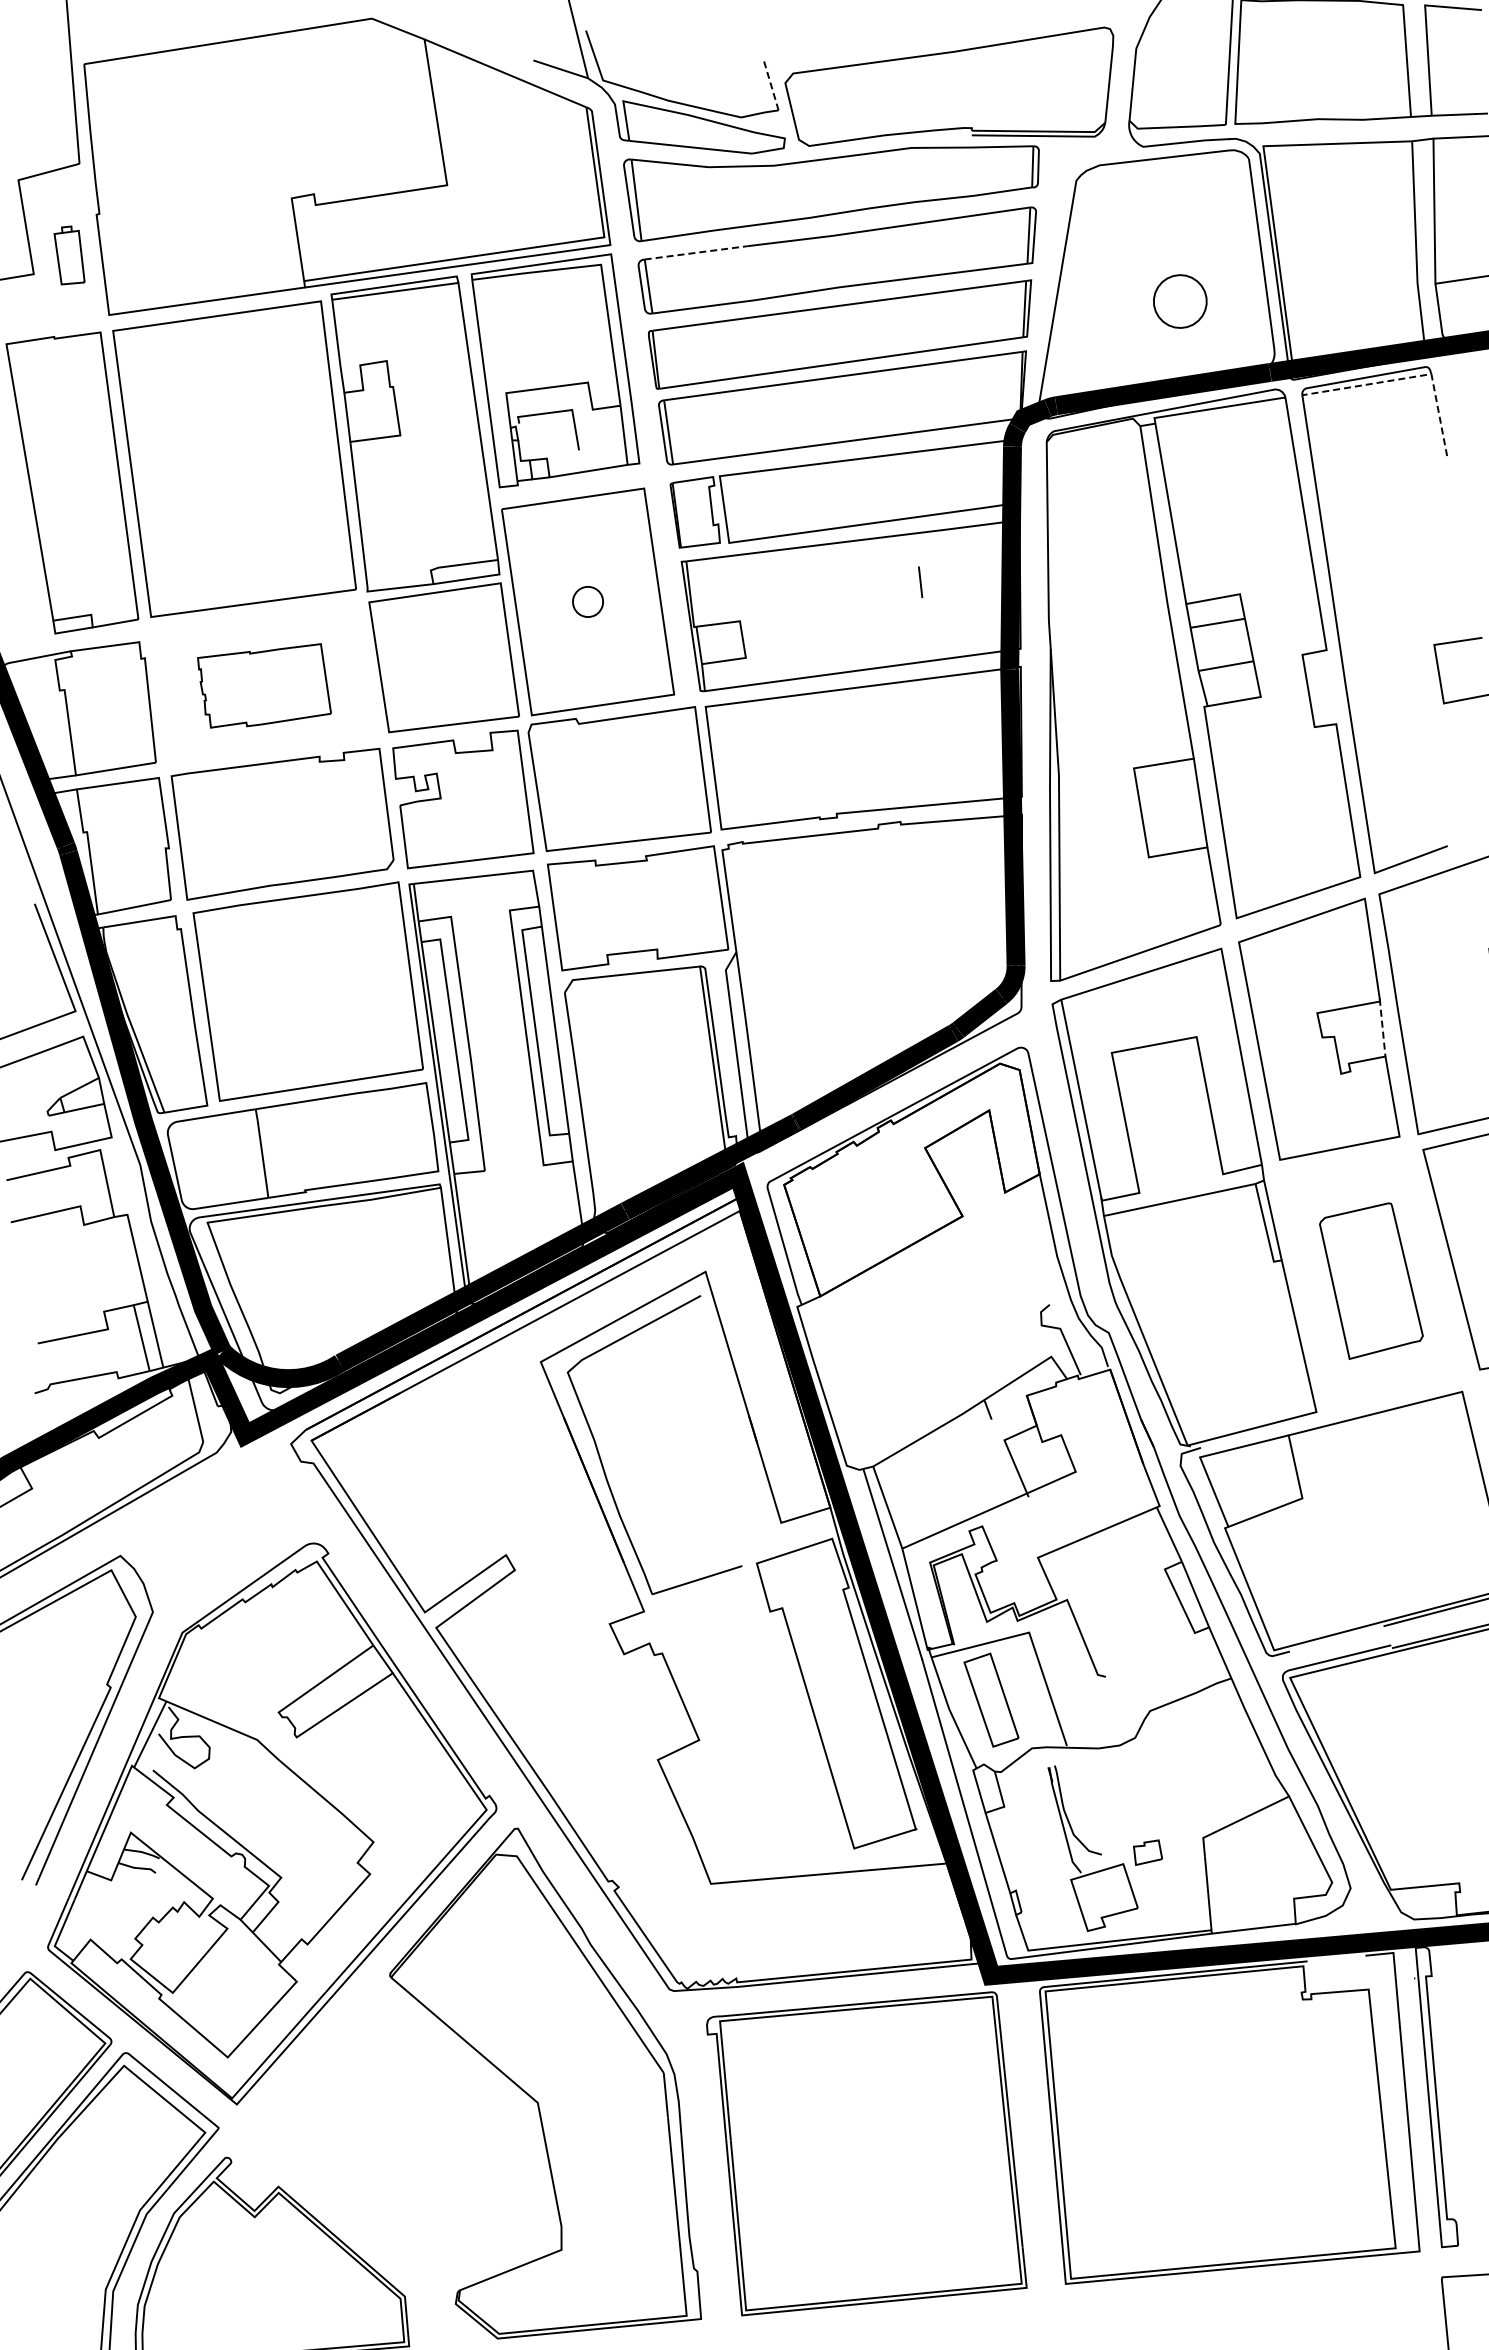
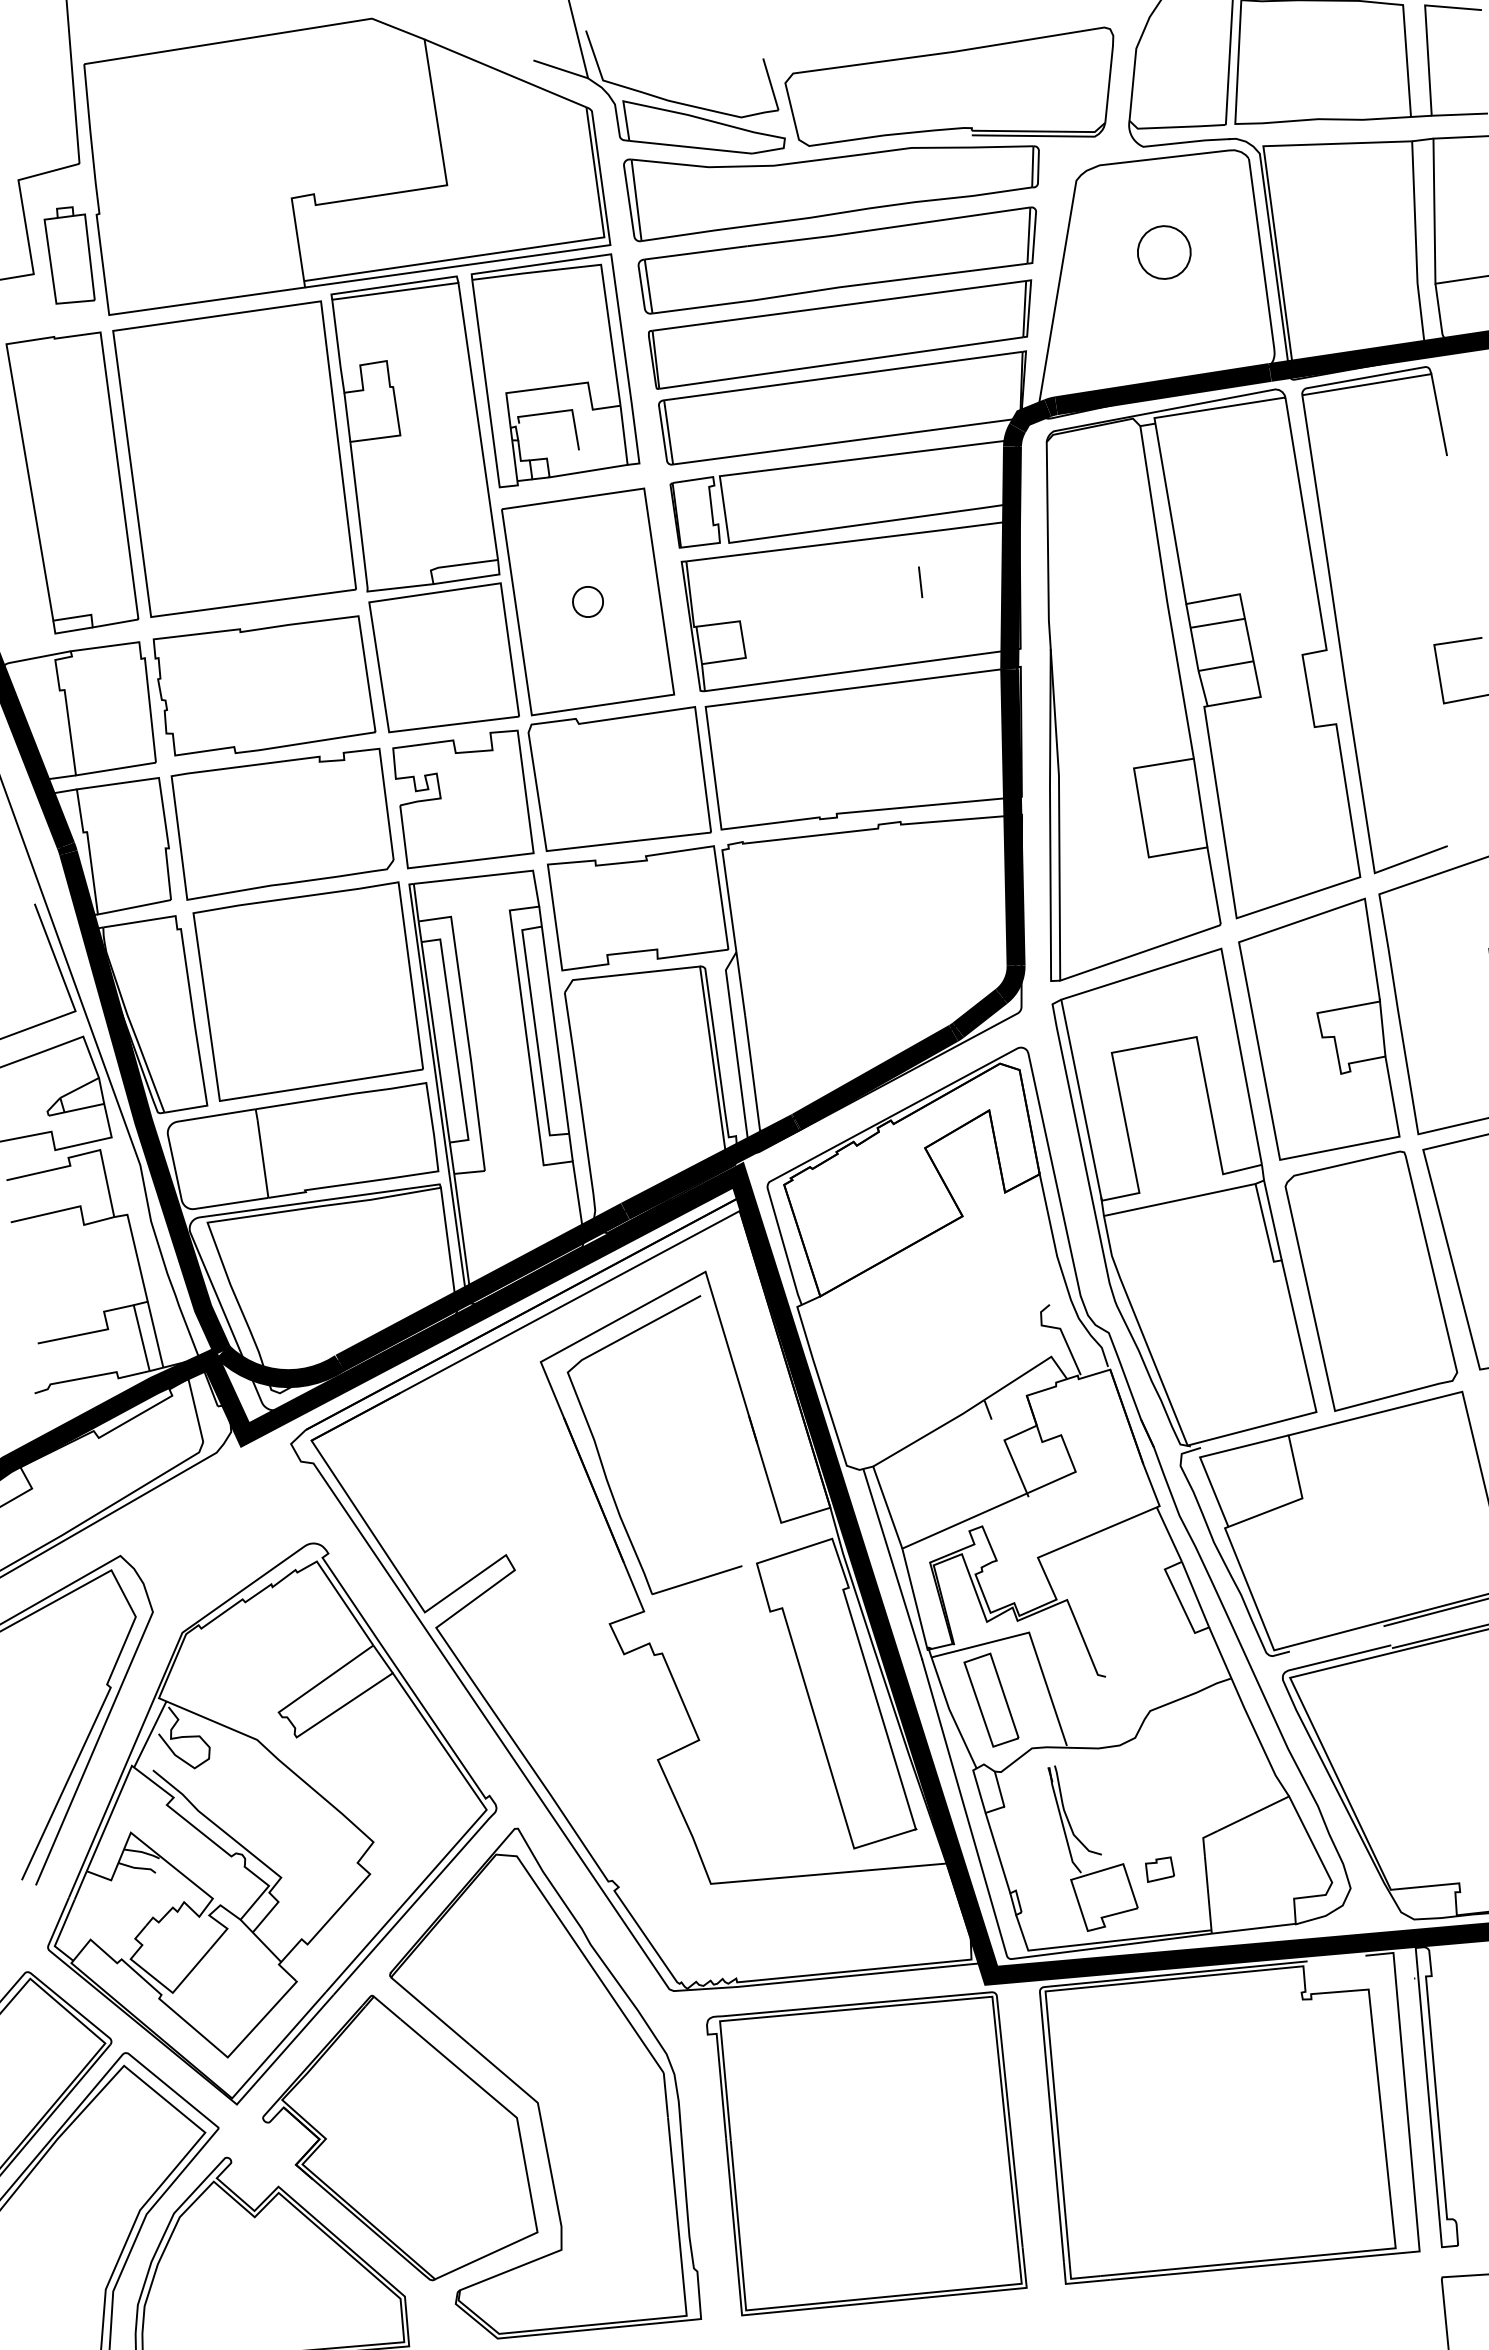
line at (770, 83): dashed -> solid
line at (696, 252): dashed -> solid
part at (69, 255) size: 33x61 px -> 53x99 px
part at (1180, 301) position: (1180, 301) -> (1164, 252)
line at (1408, 377): dashed -> solid
part at (264, 685) size: 135x86 px -> 225x142 px
line at (1382, 1026): dashed -> solid
part at (1371, 1280) size: 105x158 px -> 175x262 px
part at (1148, 1852) position: (1148, 1852) -> (1160, 1869)
part at (400, 2137): none -> present
